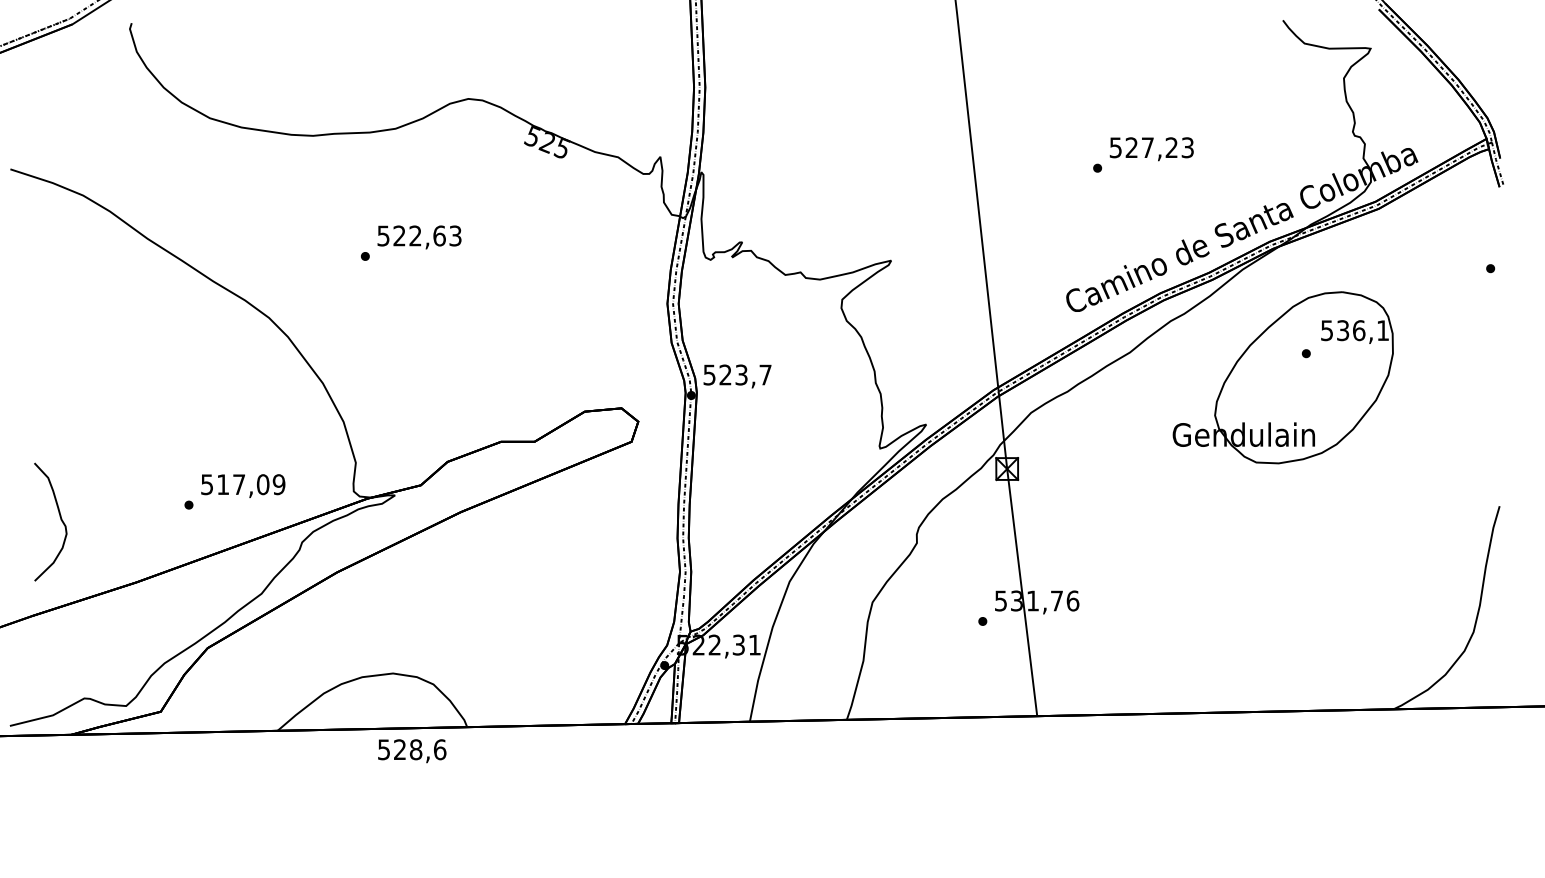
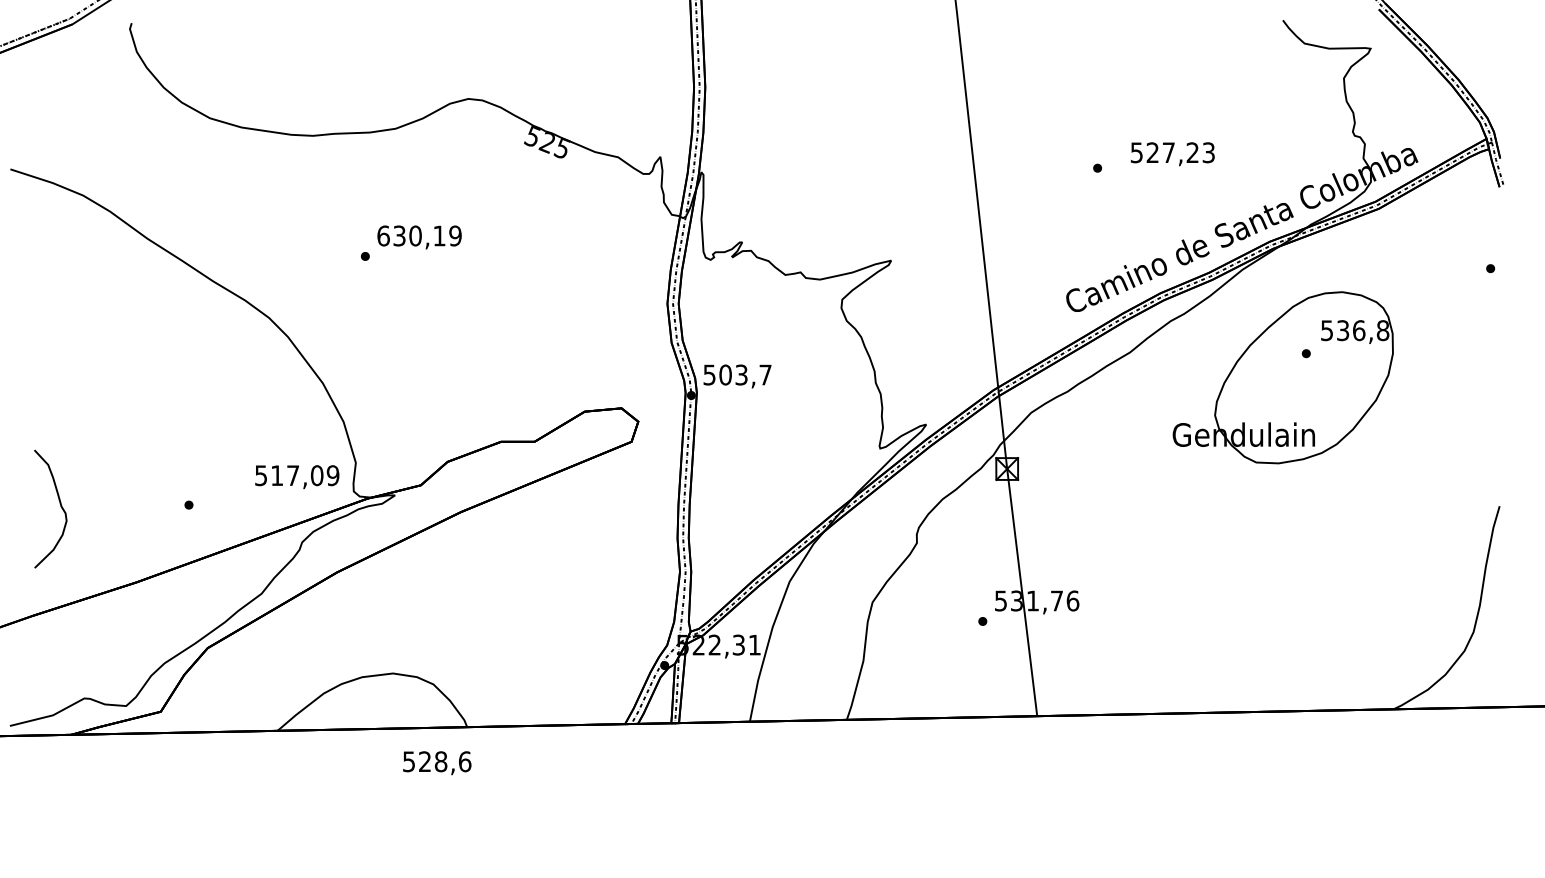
text at (1151, 149) position: (1151, 149) -> (1172, 154)
text at (419, 235): 522,63 -> 630,19
text at (1382, 330): 536,1 -> 536,8
text at (725, 374): 523,7 -> 503,7
text at (243, 485) position: (243, 485) -> (297, 476)
curve at (60, 519) position: (60, 519) -> (60, 506)
text at (412, 751) position: (412, 751) -> (437, 763)
